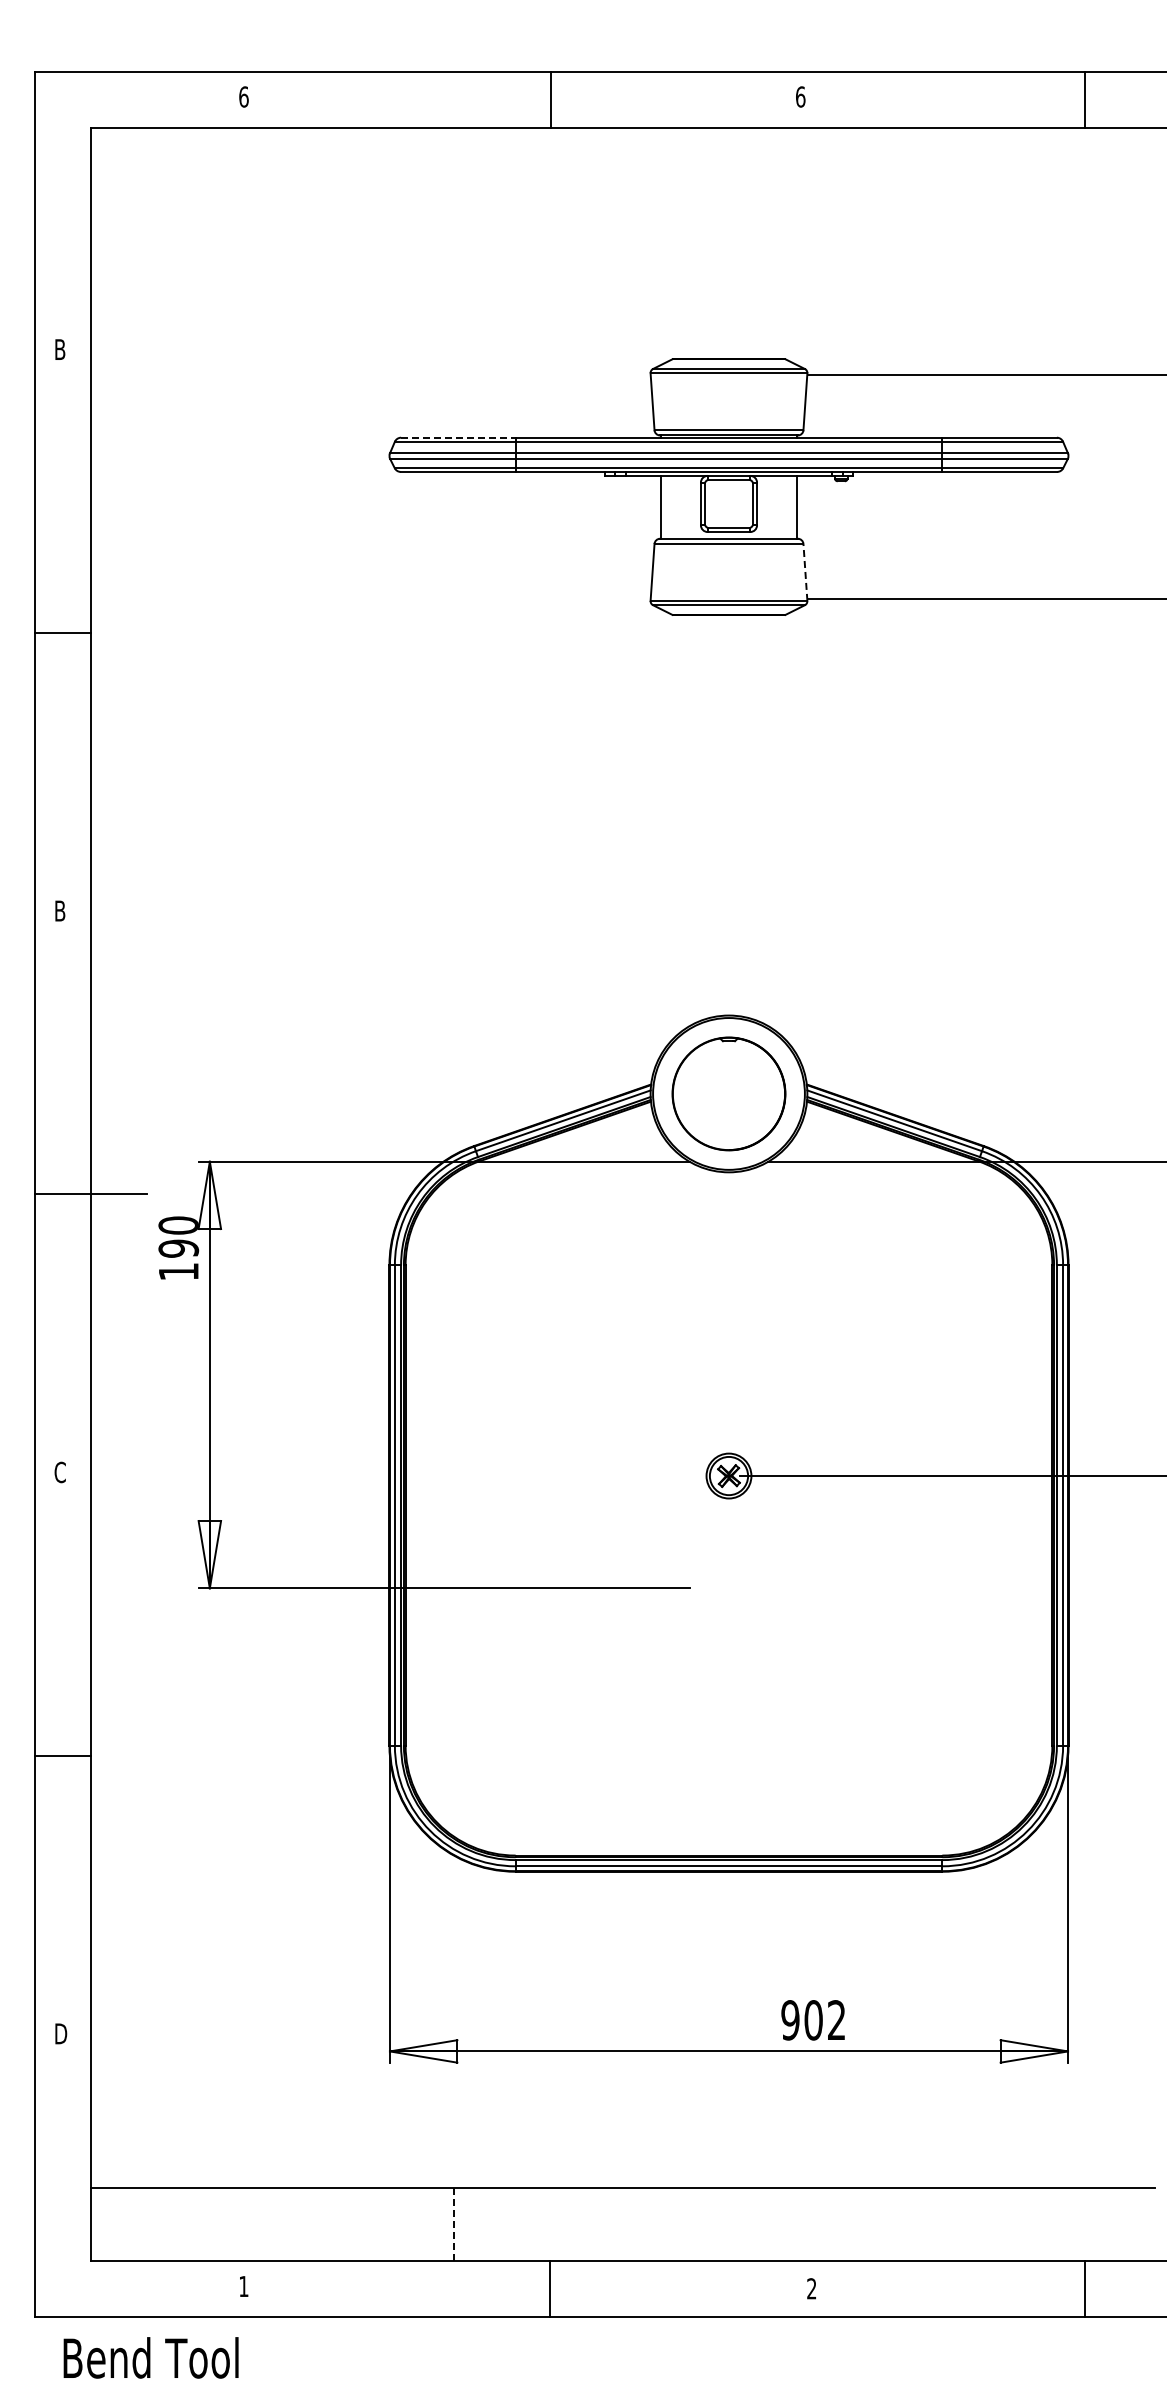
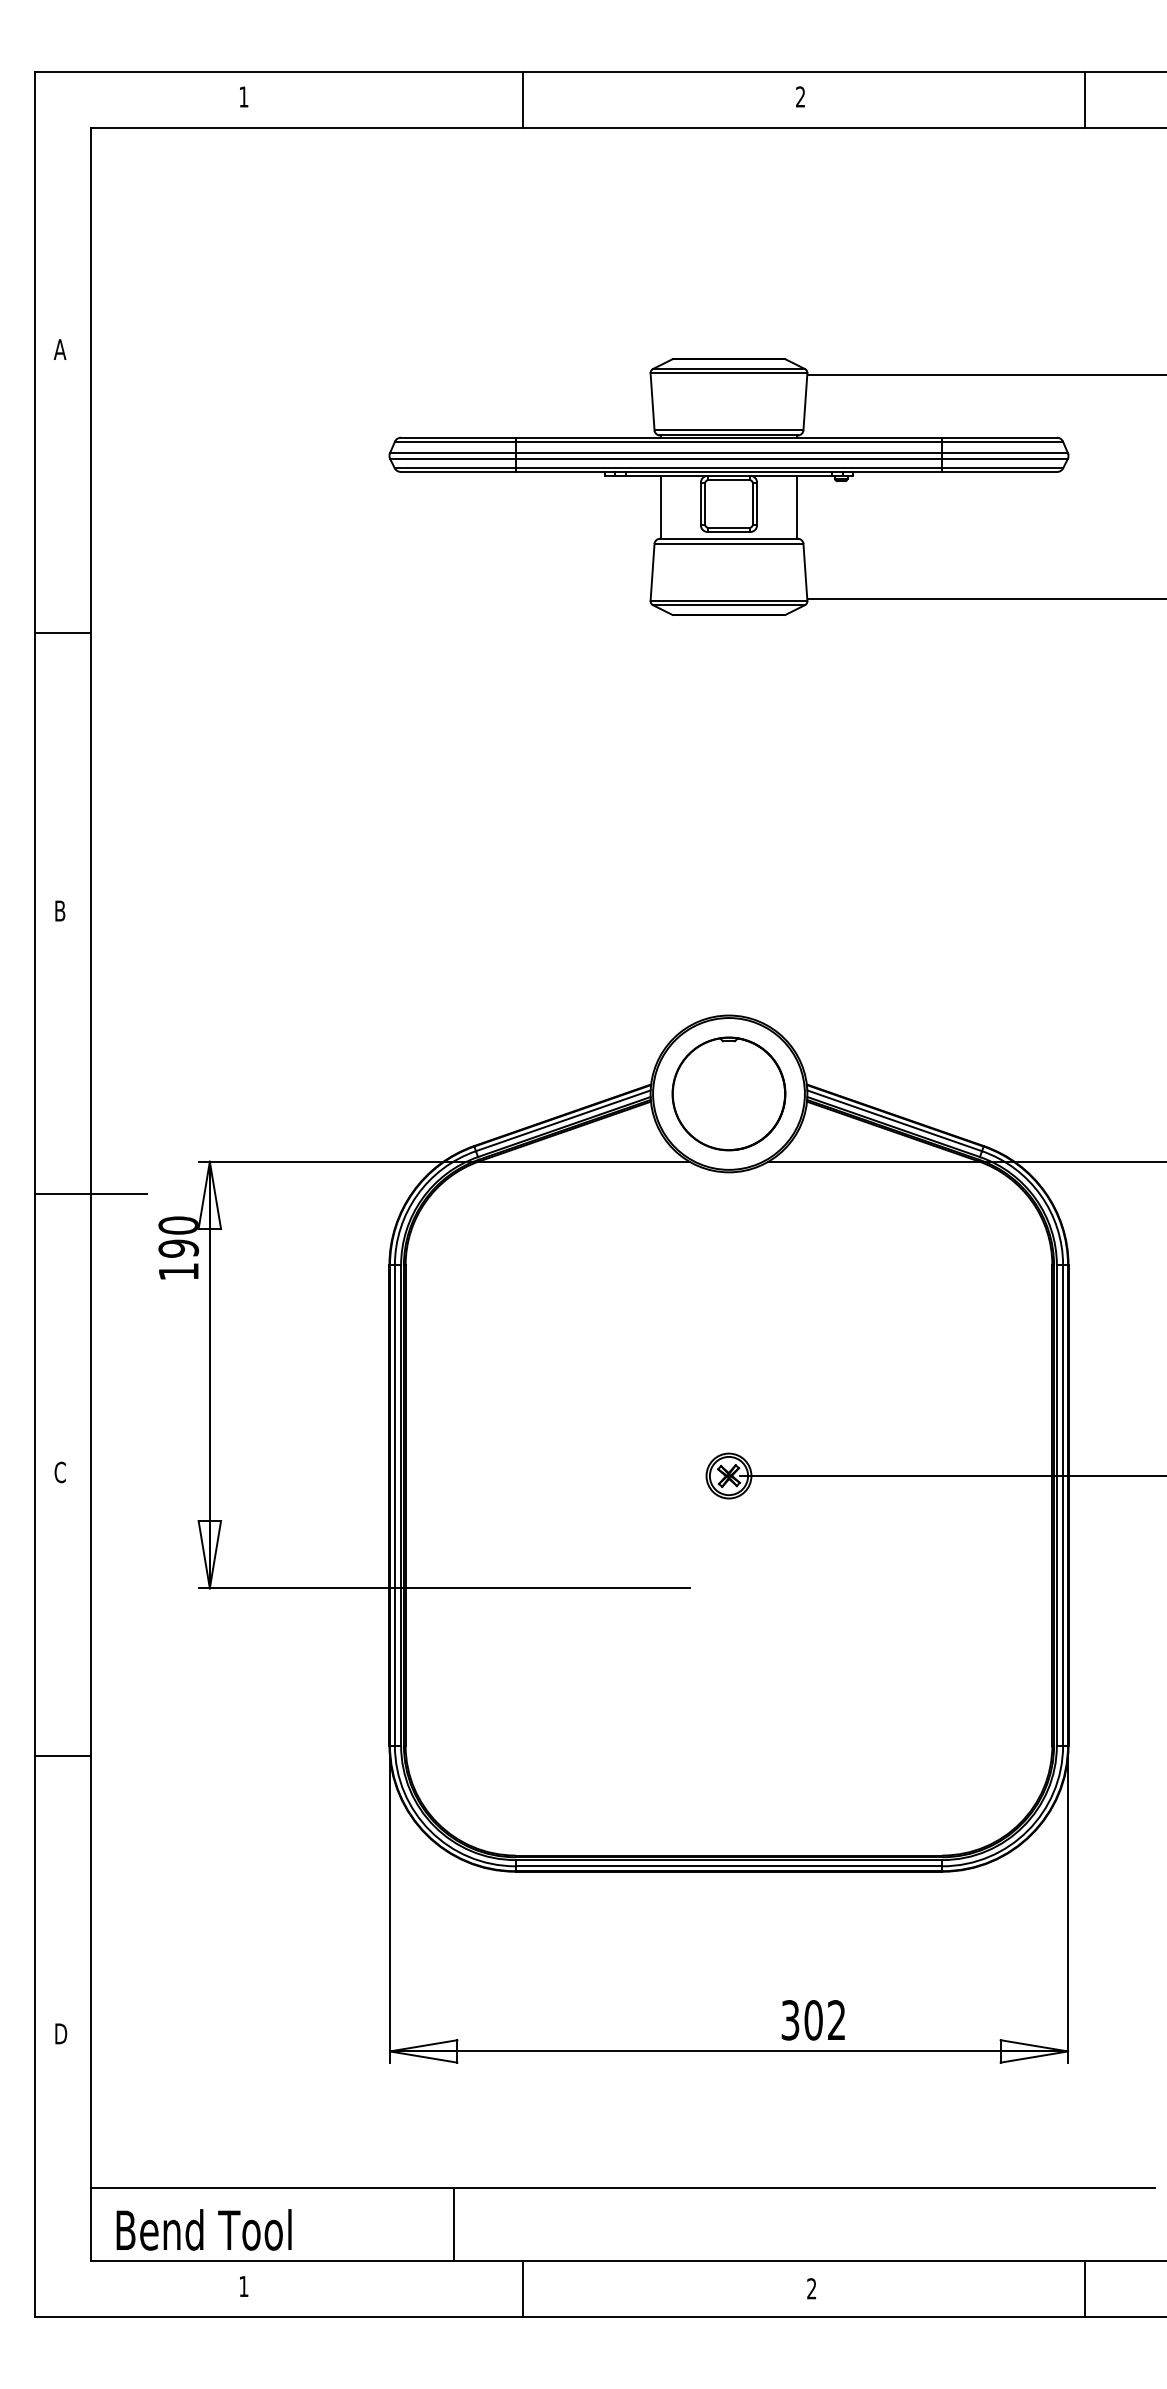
text at (243, 96): 6 -> 1
text at (800, 96): 6 -> 2
line at (551, 99) position: (551, 99) -> (523, 99)
text at (59, 349): B -> A
line at (458, 437): dashed -> solid
line at (805, 572): dashed -> solid
text at (790, 2020): 902 -> 302
line at (453, 2225): dashed -> solid
line at (550, 2289) position: (550, 2289) -> (523, 2289)
text at (150, 2357) position: (150, 2357) -> (203, 2229)
